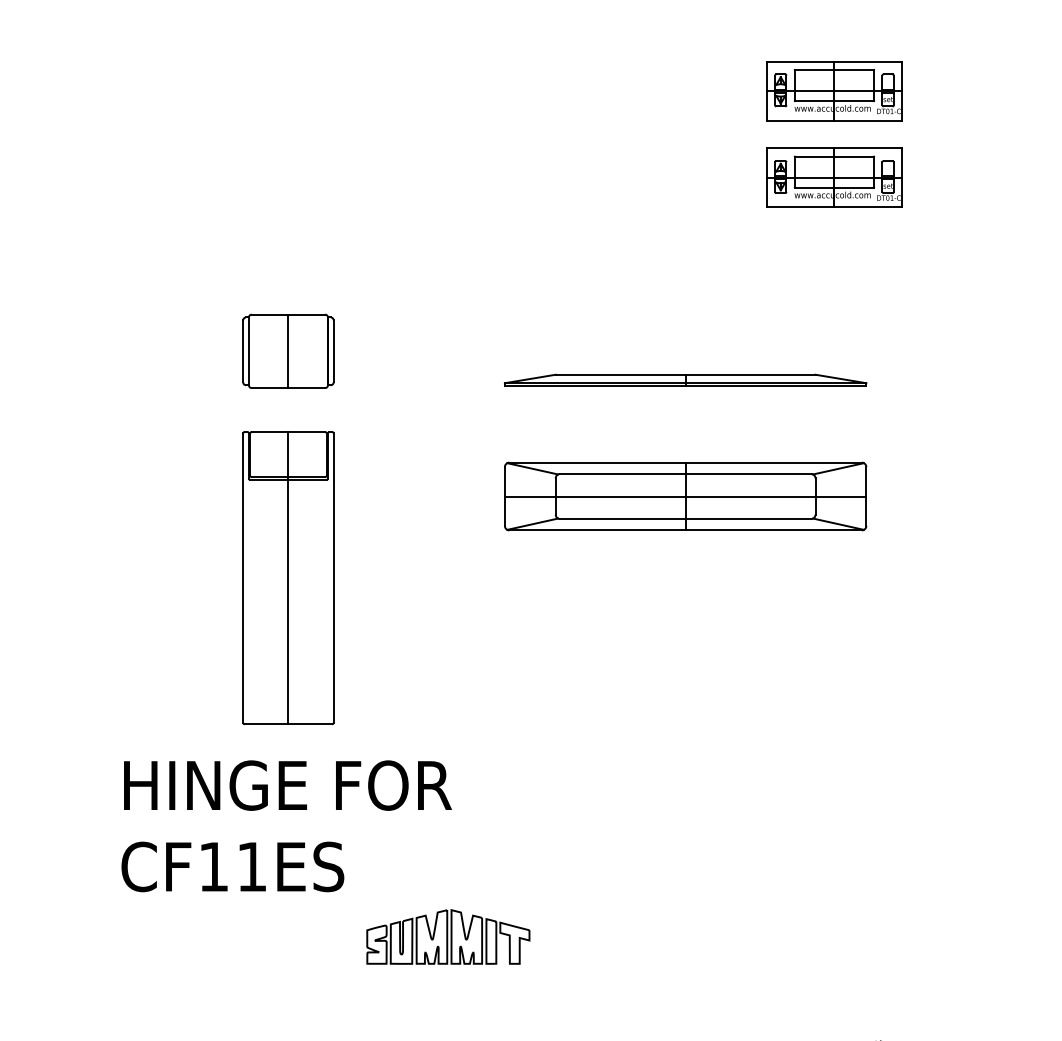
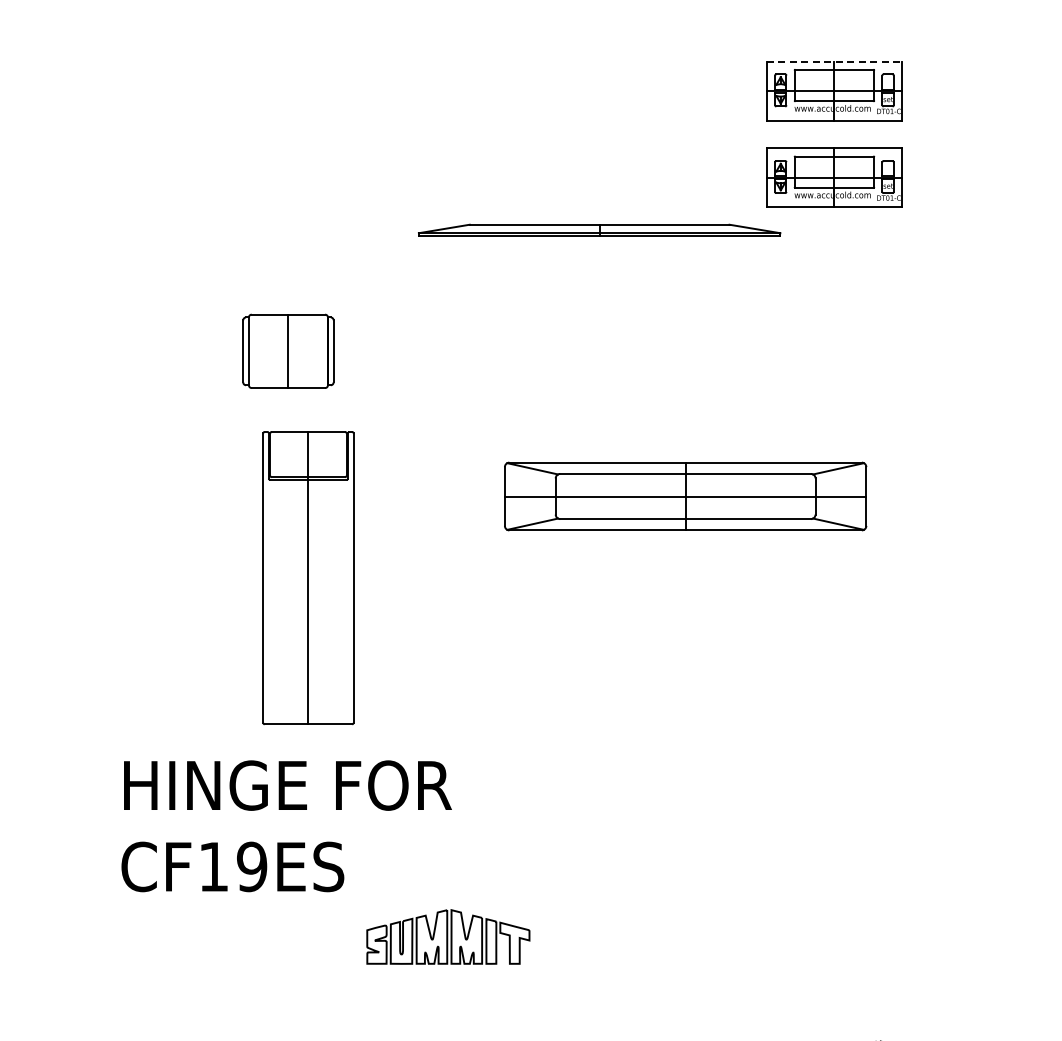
line at (834, 61): solid -> dashed
part at (685, 379) position: (685, 379) -> (599, 229)
part at (288, 578) position: (288, 578) -> (308, 578)
text at (252, 866): CF11ES -> CF19ES
